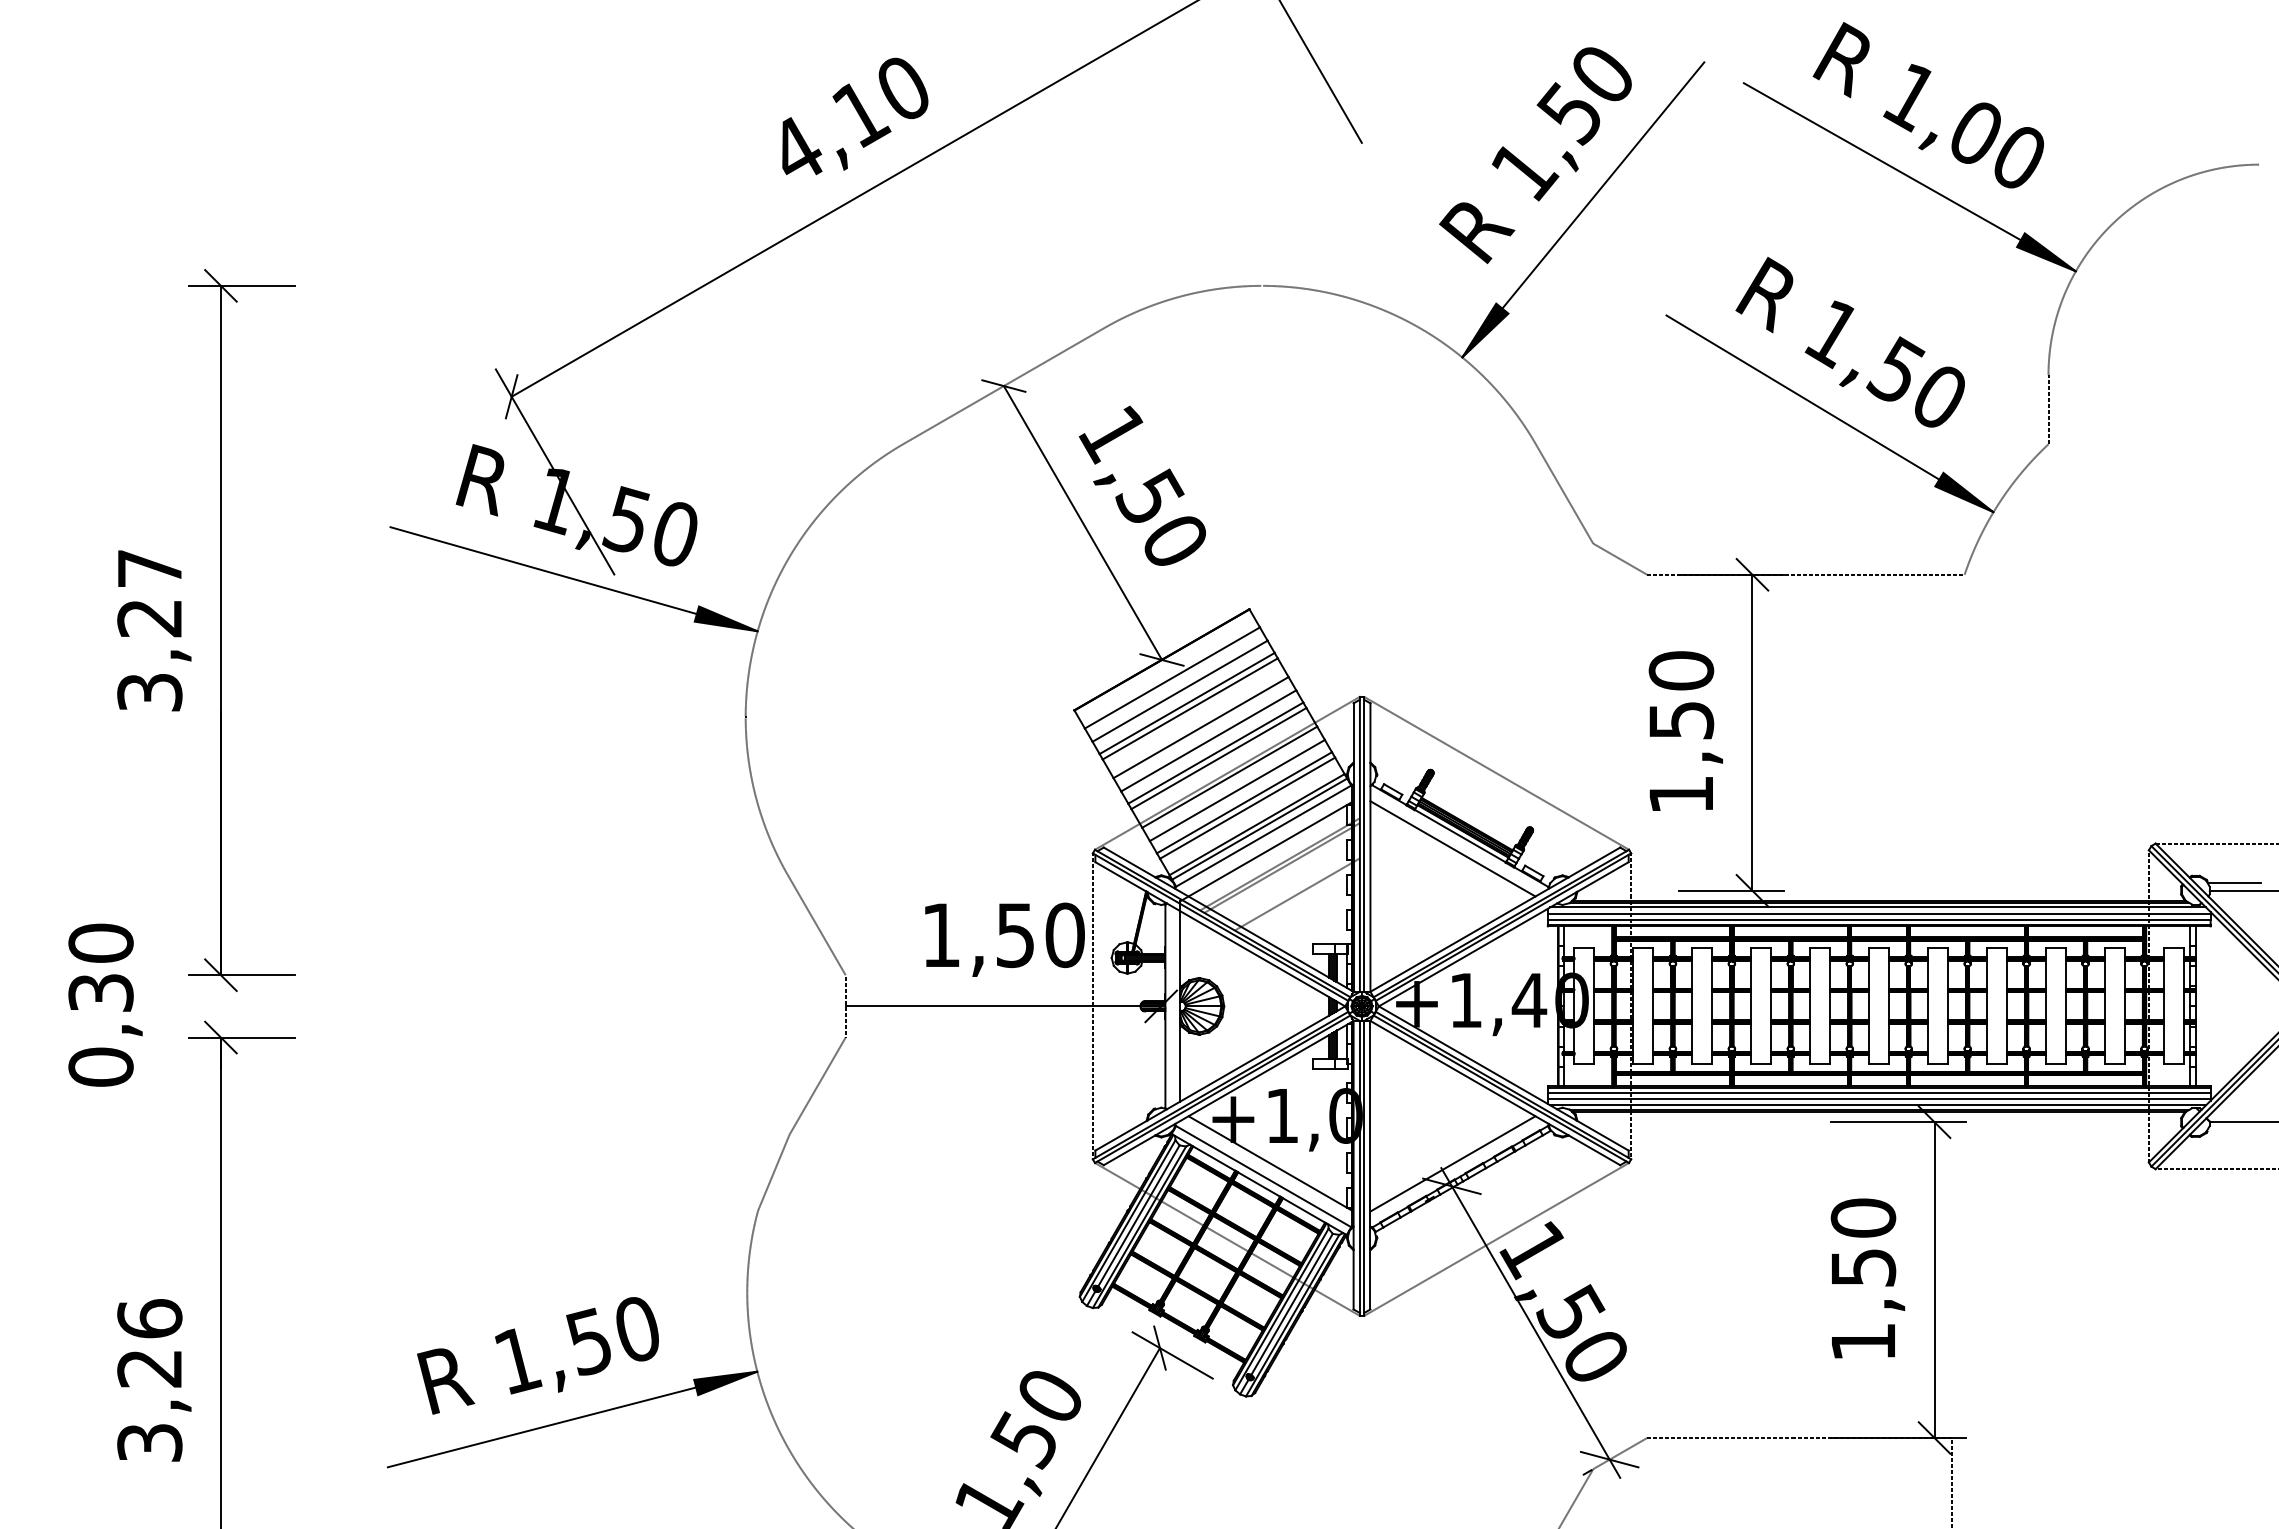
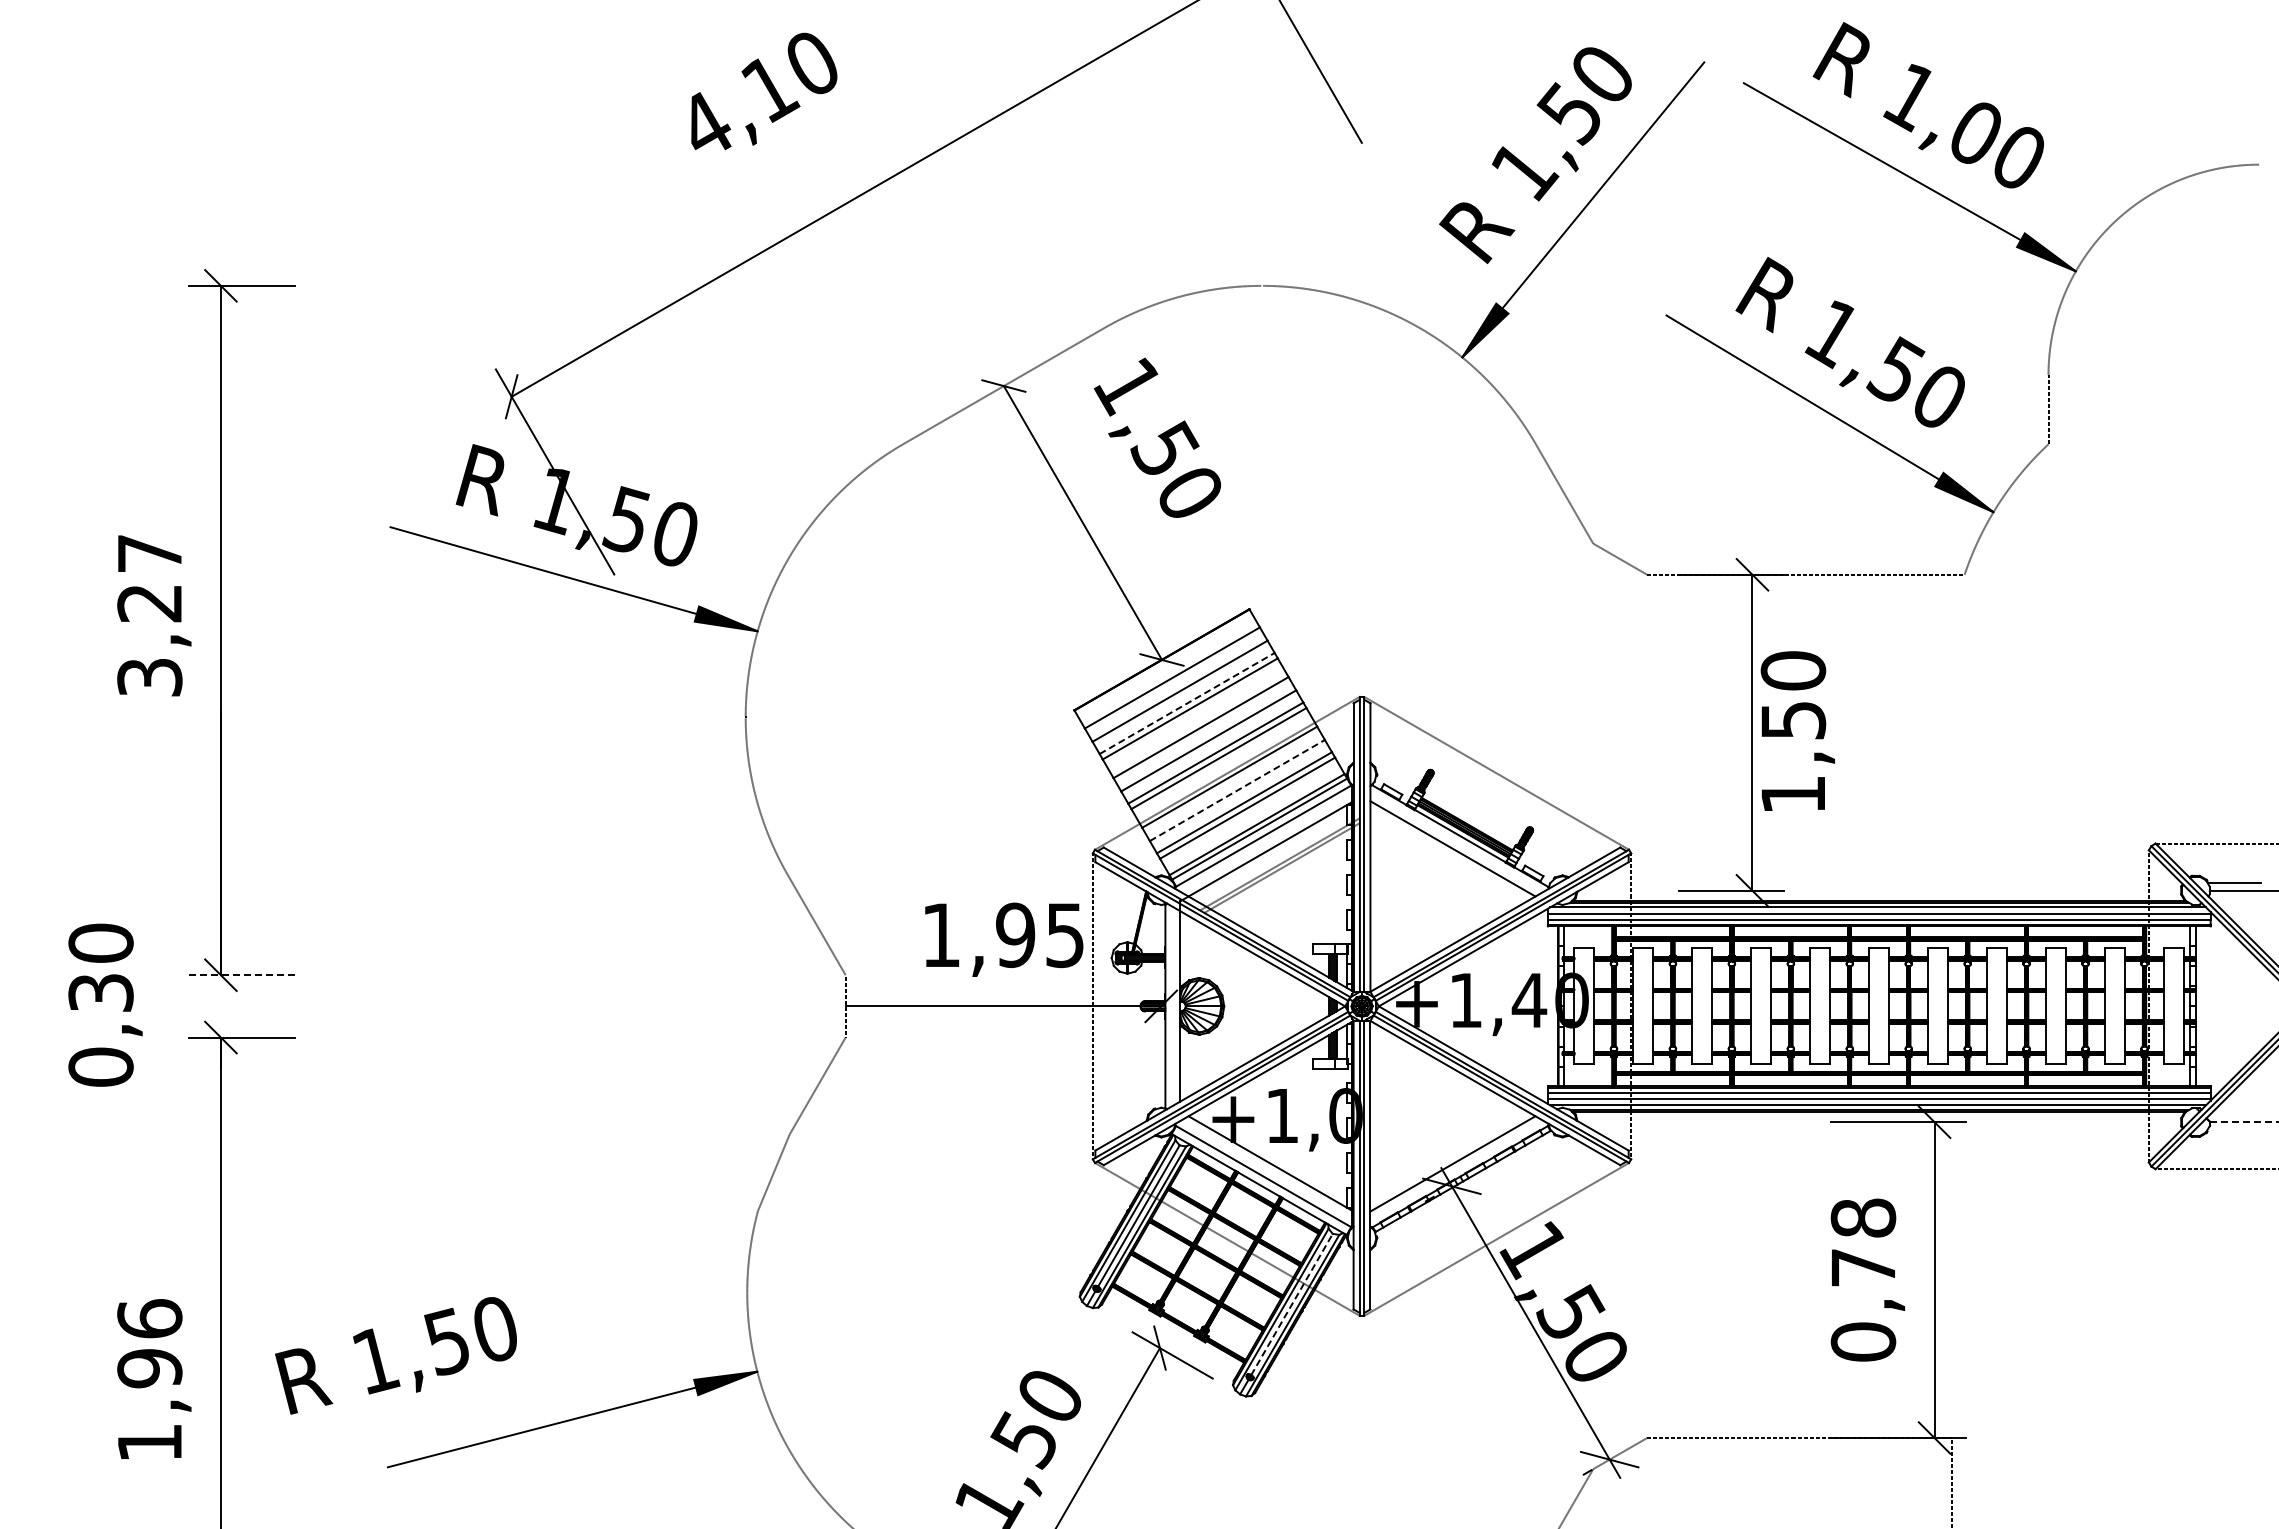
text at (855, 116) position: (855, 116) -> (764, 91)
text at (1141, 485) position: (1141, 485) -> (1156, 437)
text at (154, 630) position: (154, 630) -> (154, 615)
line at (1187, 703): solid -> dashed
text at (1685, 730) position: (1685, 730) -> (1797, 730)
line at (1237, 790): solid -> dashed
line at (1296, 894): present -> none
text at (1040, 935): 1,50 -> 1,95
line at (241, 975): solid -> dashed
line at (2244, 1122): solid -> dashed
text at (1863, 1279): 1,50 -> 0,78
line at (1291, 1304): solid -> dashed
text at (537, 1355) position: (537, 1355) -> (395, 1355)
text at (149, 1405): 3,26 -> 1,96
